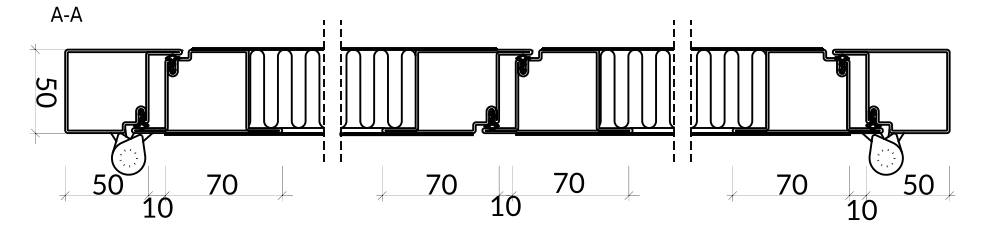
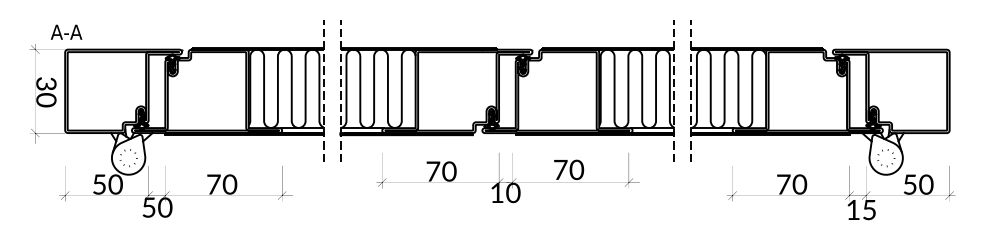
text at (66, 13) position: (66, 13) -> (66, 31)
text at (46, 83): 50 -> 30
text at (507, 191) position: (507, 191) -> (507, 178)
text at (148, 207): 10 -> 50
text at (869, 209): 10 -> 15
